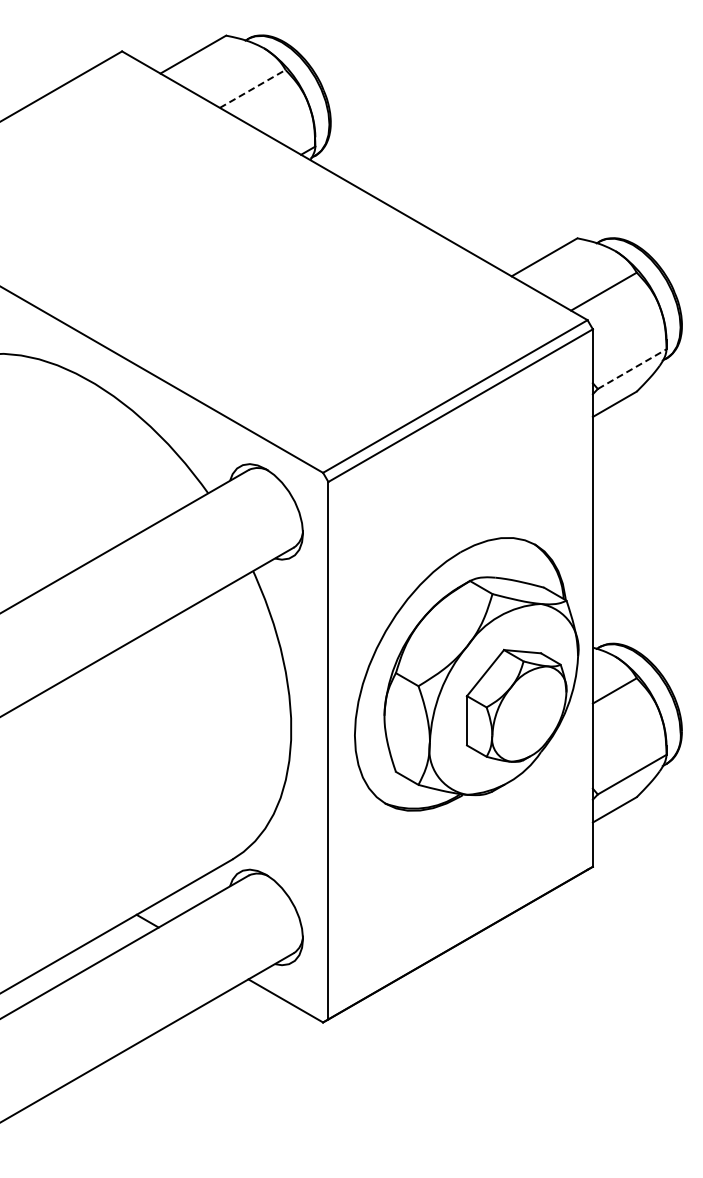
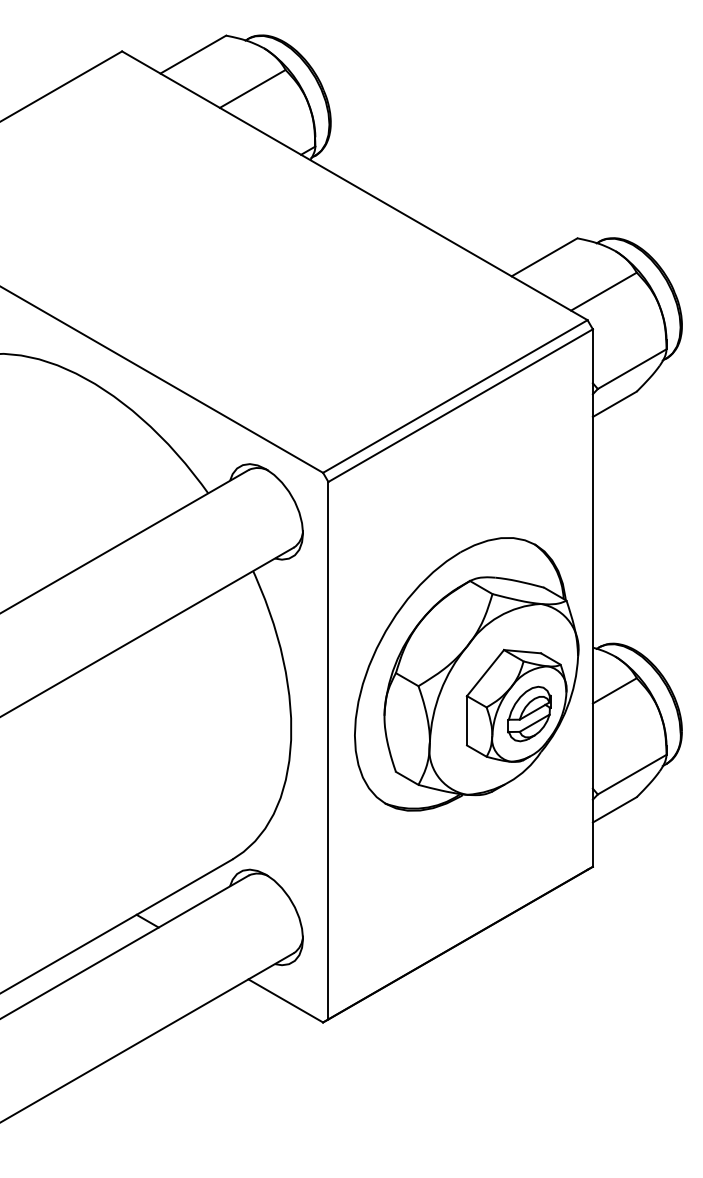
line at (252, 88): dashed -> solid
line at (632, 369): dashed -> solid
part at (529, 713): none -> present
